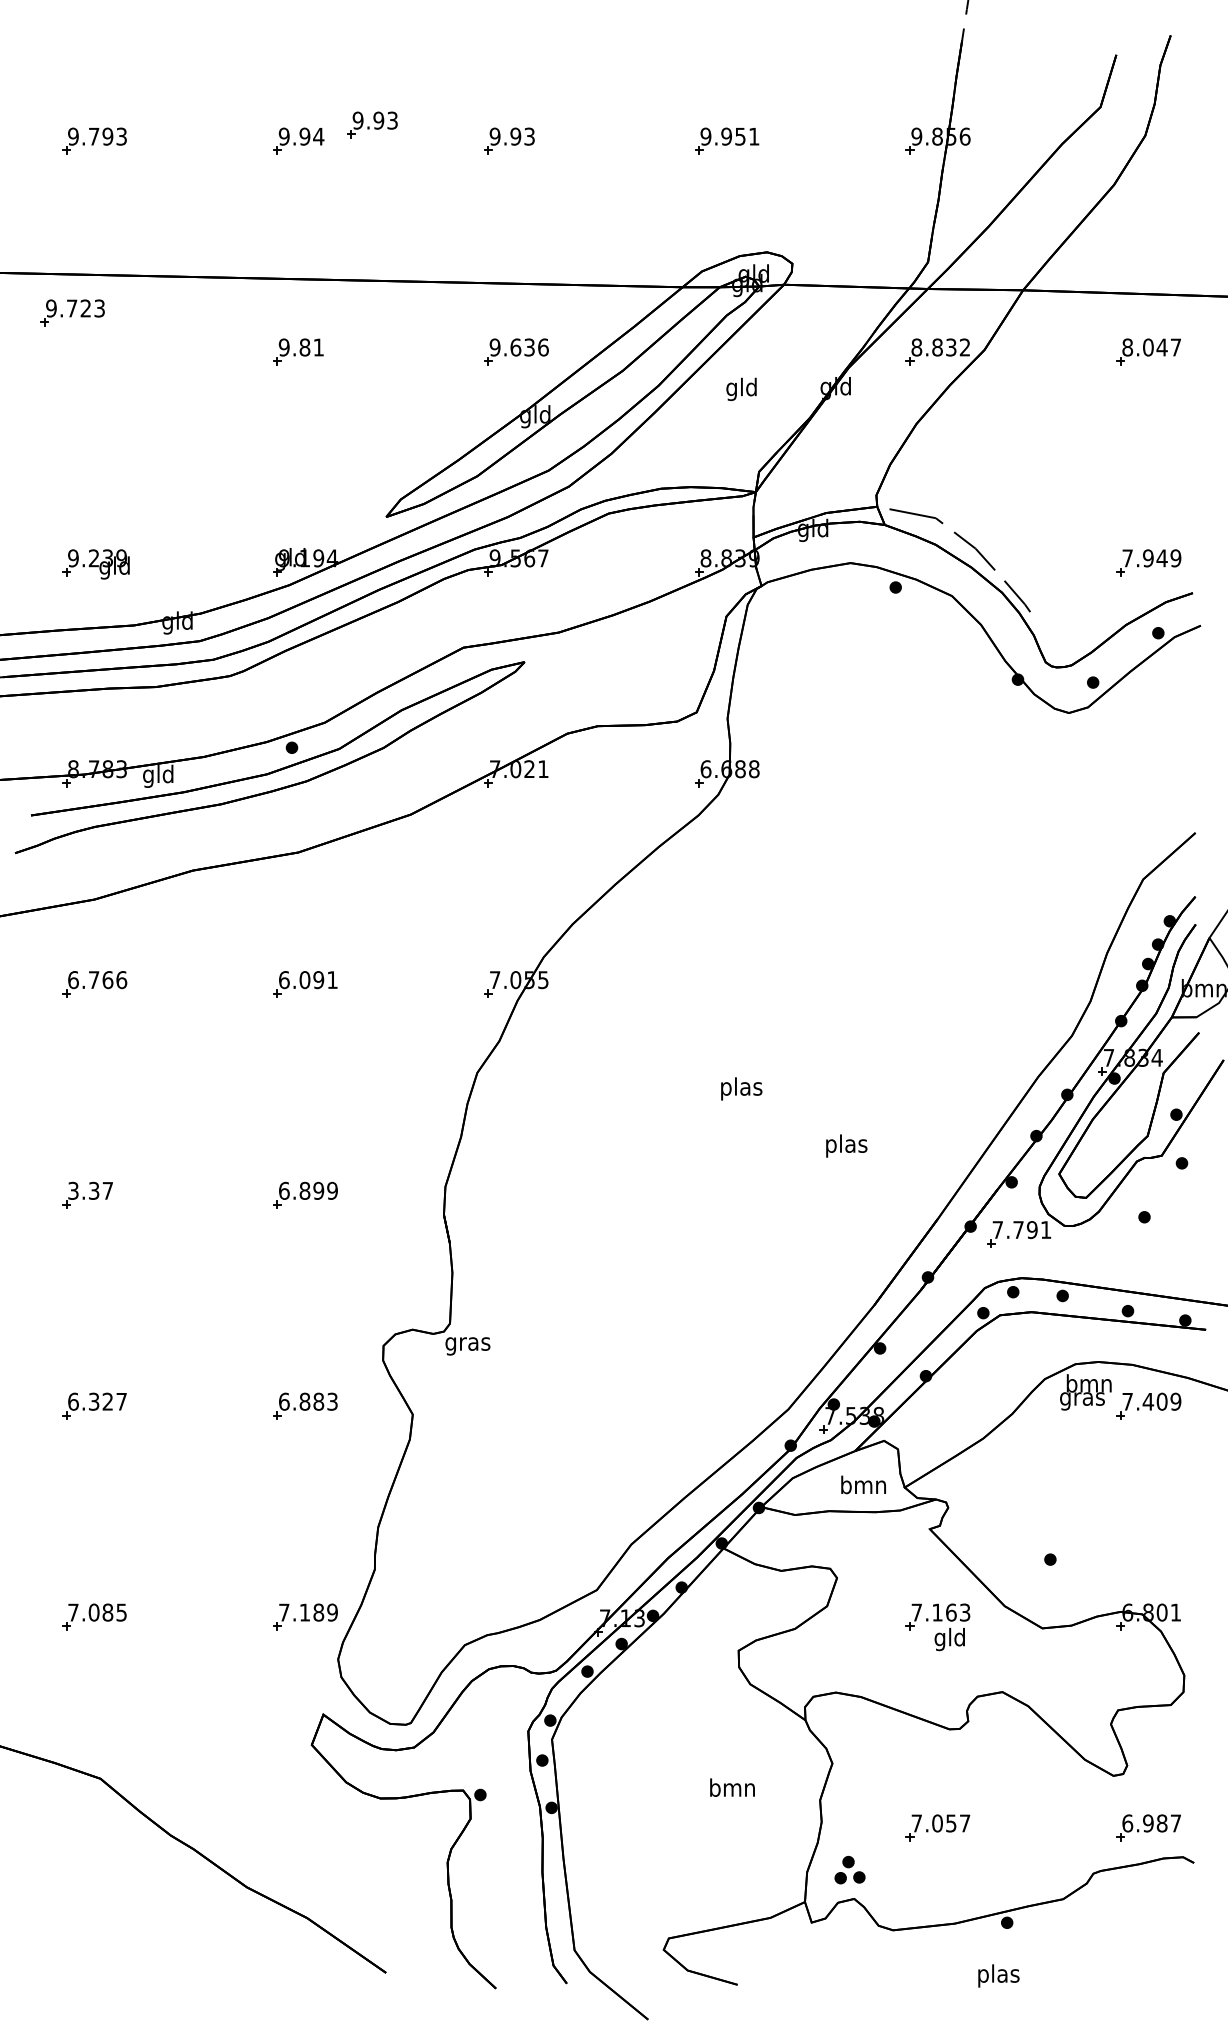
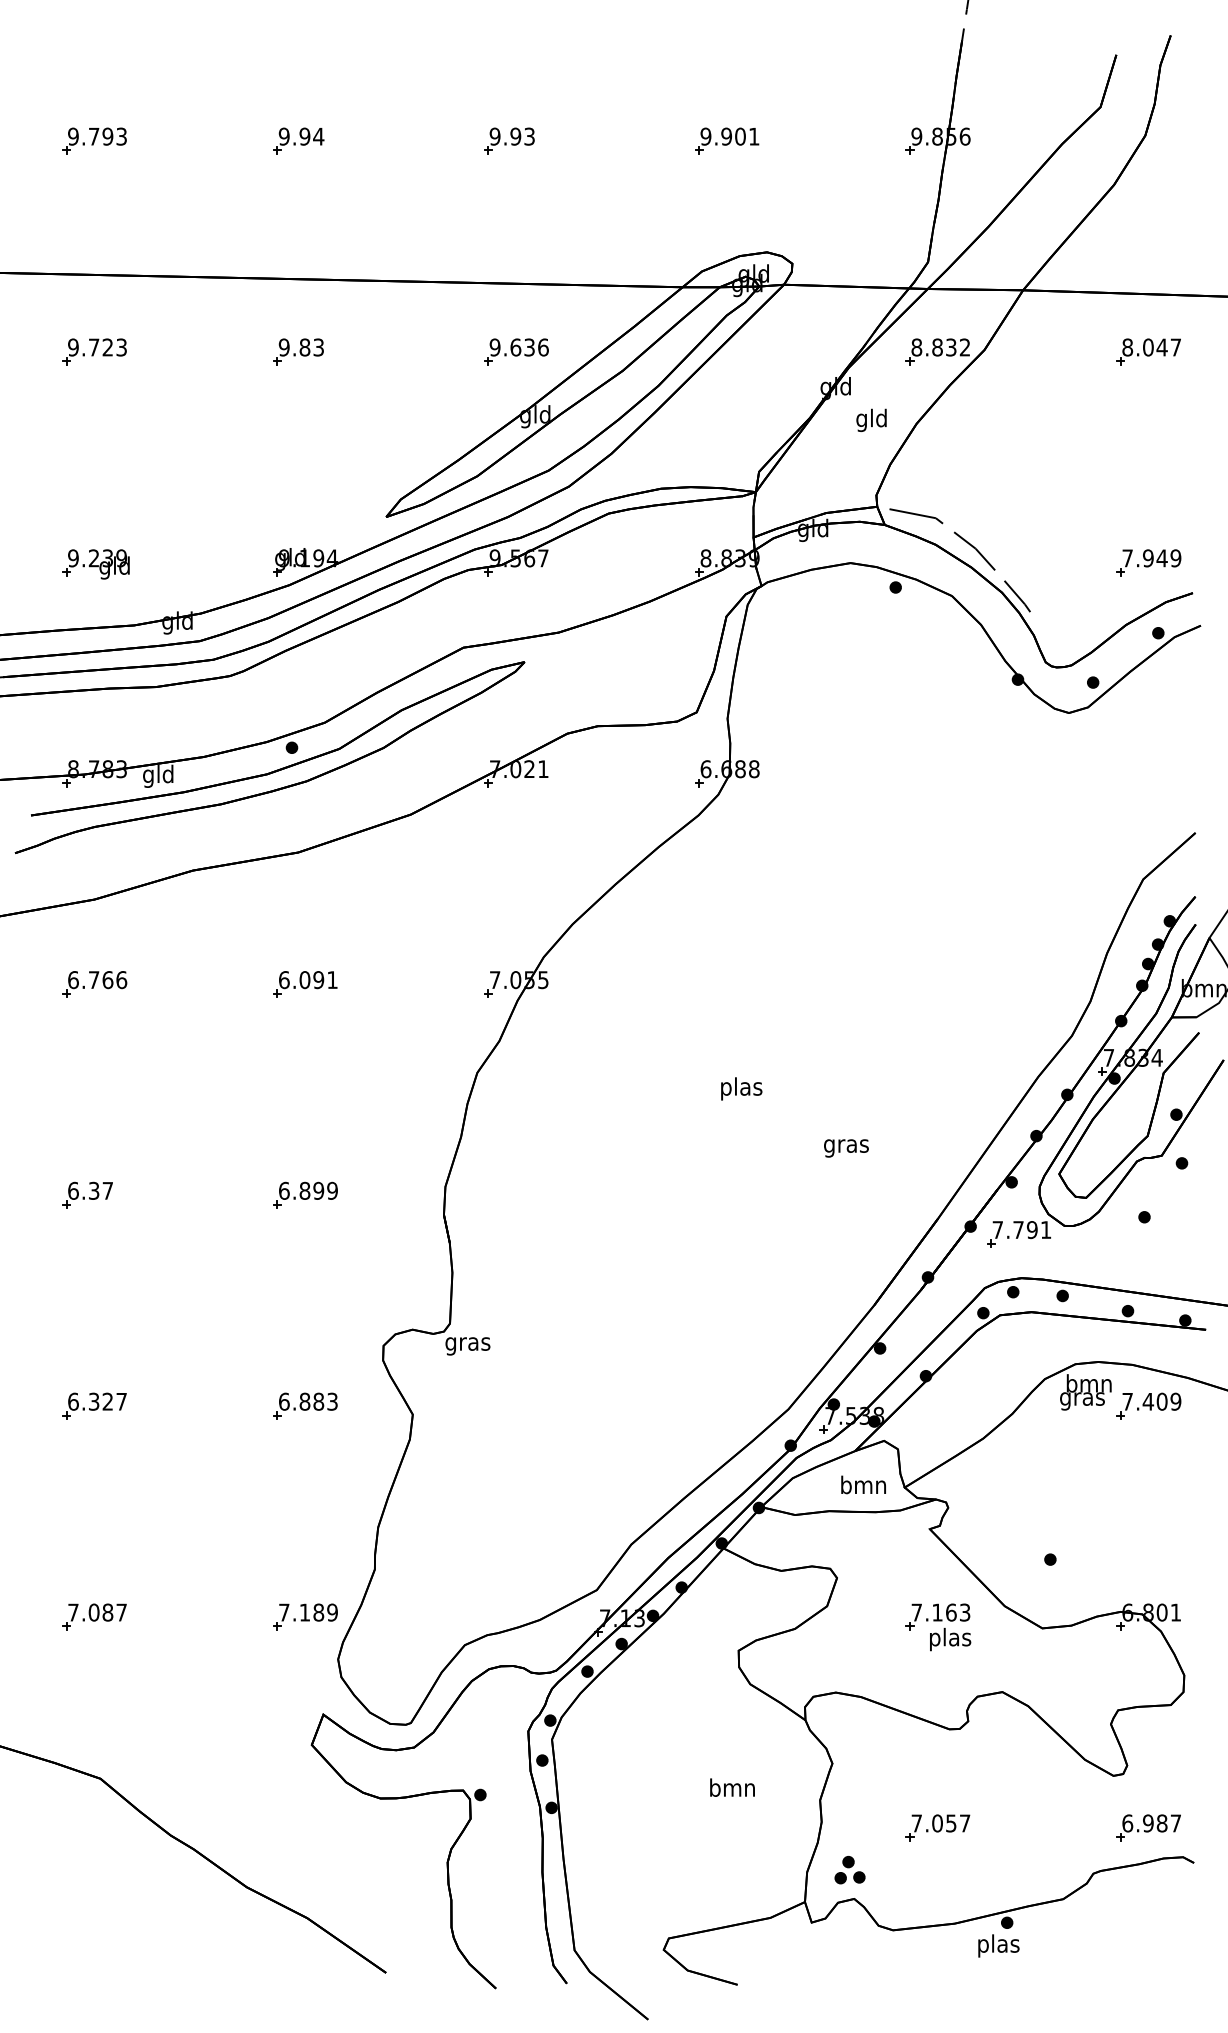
part at (372, 124): present -> none
text at (740, 136): 9.951 -> 9.901
part at (72, 312) position: (72, 312) -> (94, 351)
text at (318, 347): 9.81 -> 9.83
text at (741, 388) position: (741, 388) -> (871, 419)
text at (846, 1145): plas -> gras
text at (73, 1190): 3.37 -> 6.37
text at (121, 1612): 7.085 -> 7.087
text at (950, 1639): gld -> plas
text at (998, 1975) position: (998, 1975) -> (998, 1945)
